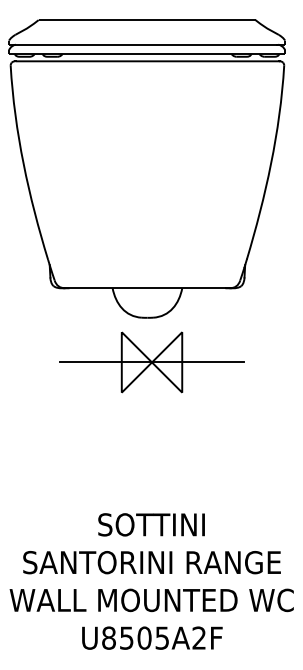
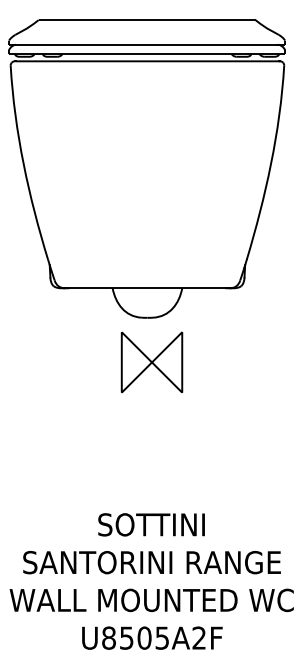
line at (151, 362): present -> none
